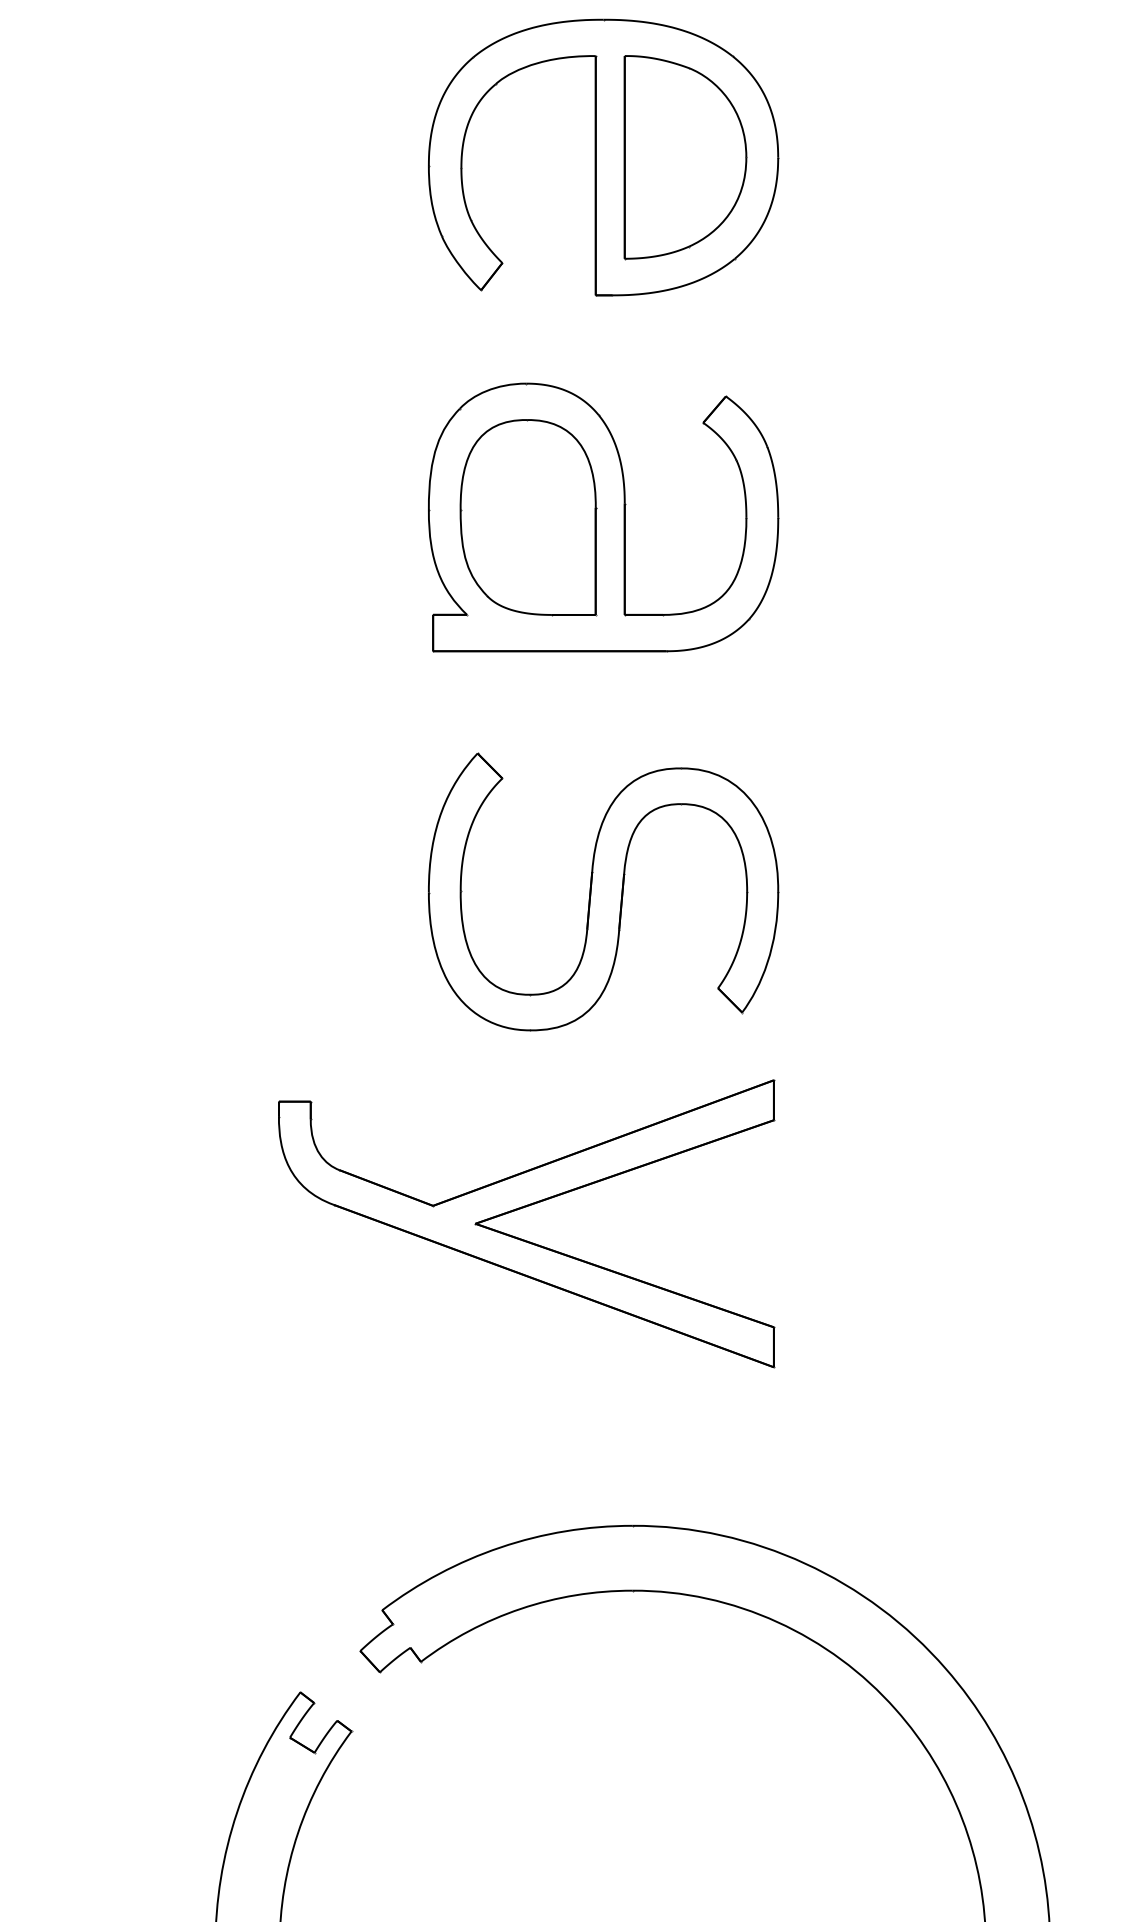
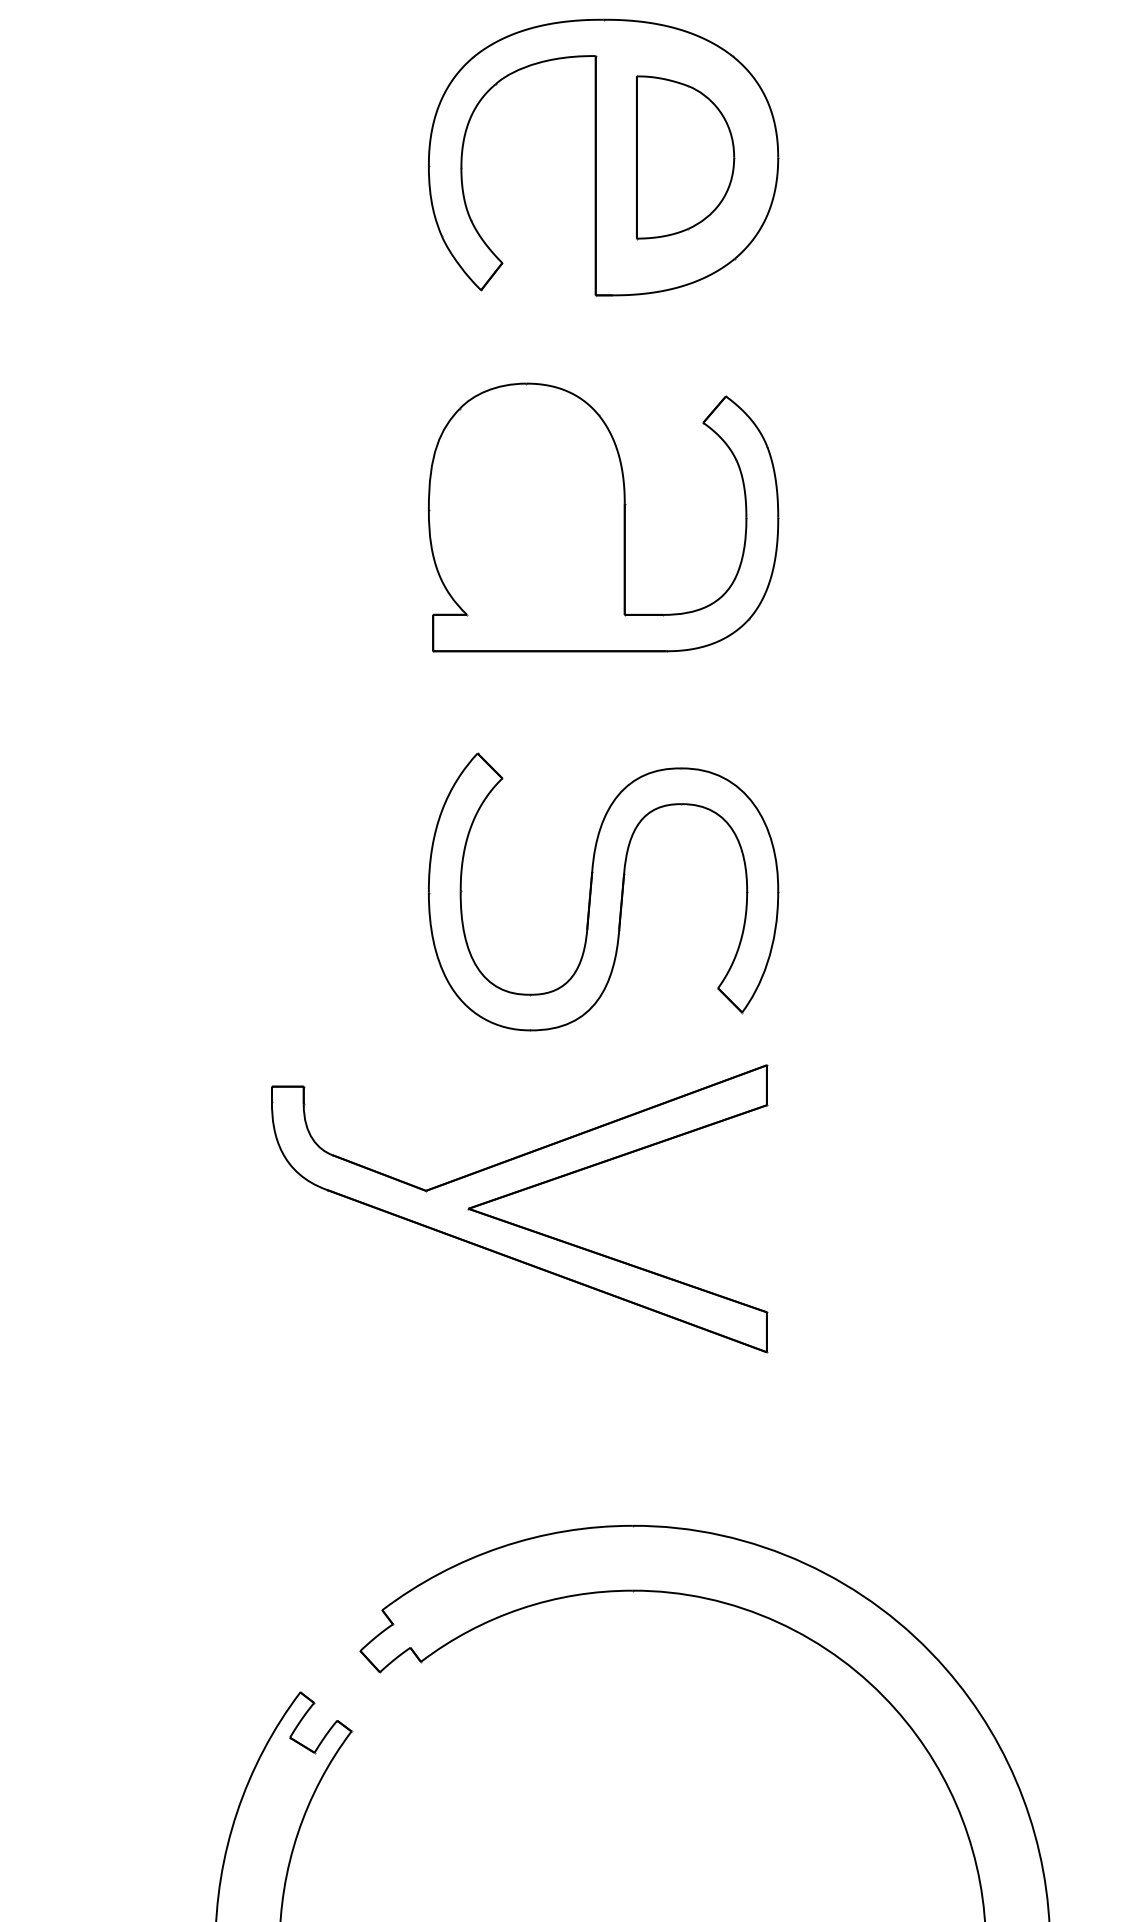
part at (685, 157) size: 125x206 px -> 100x166 px
part at (528, 517): present -> none
part at (520, 1209) position: (520, 1209) -> (513, 1194)
